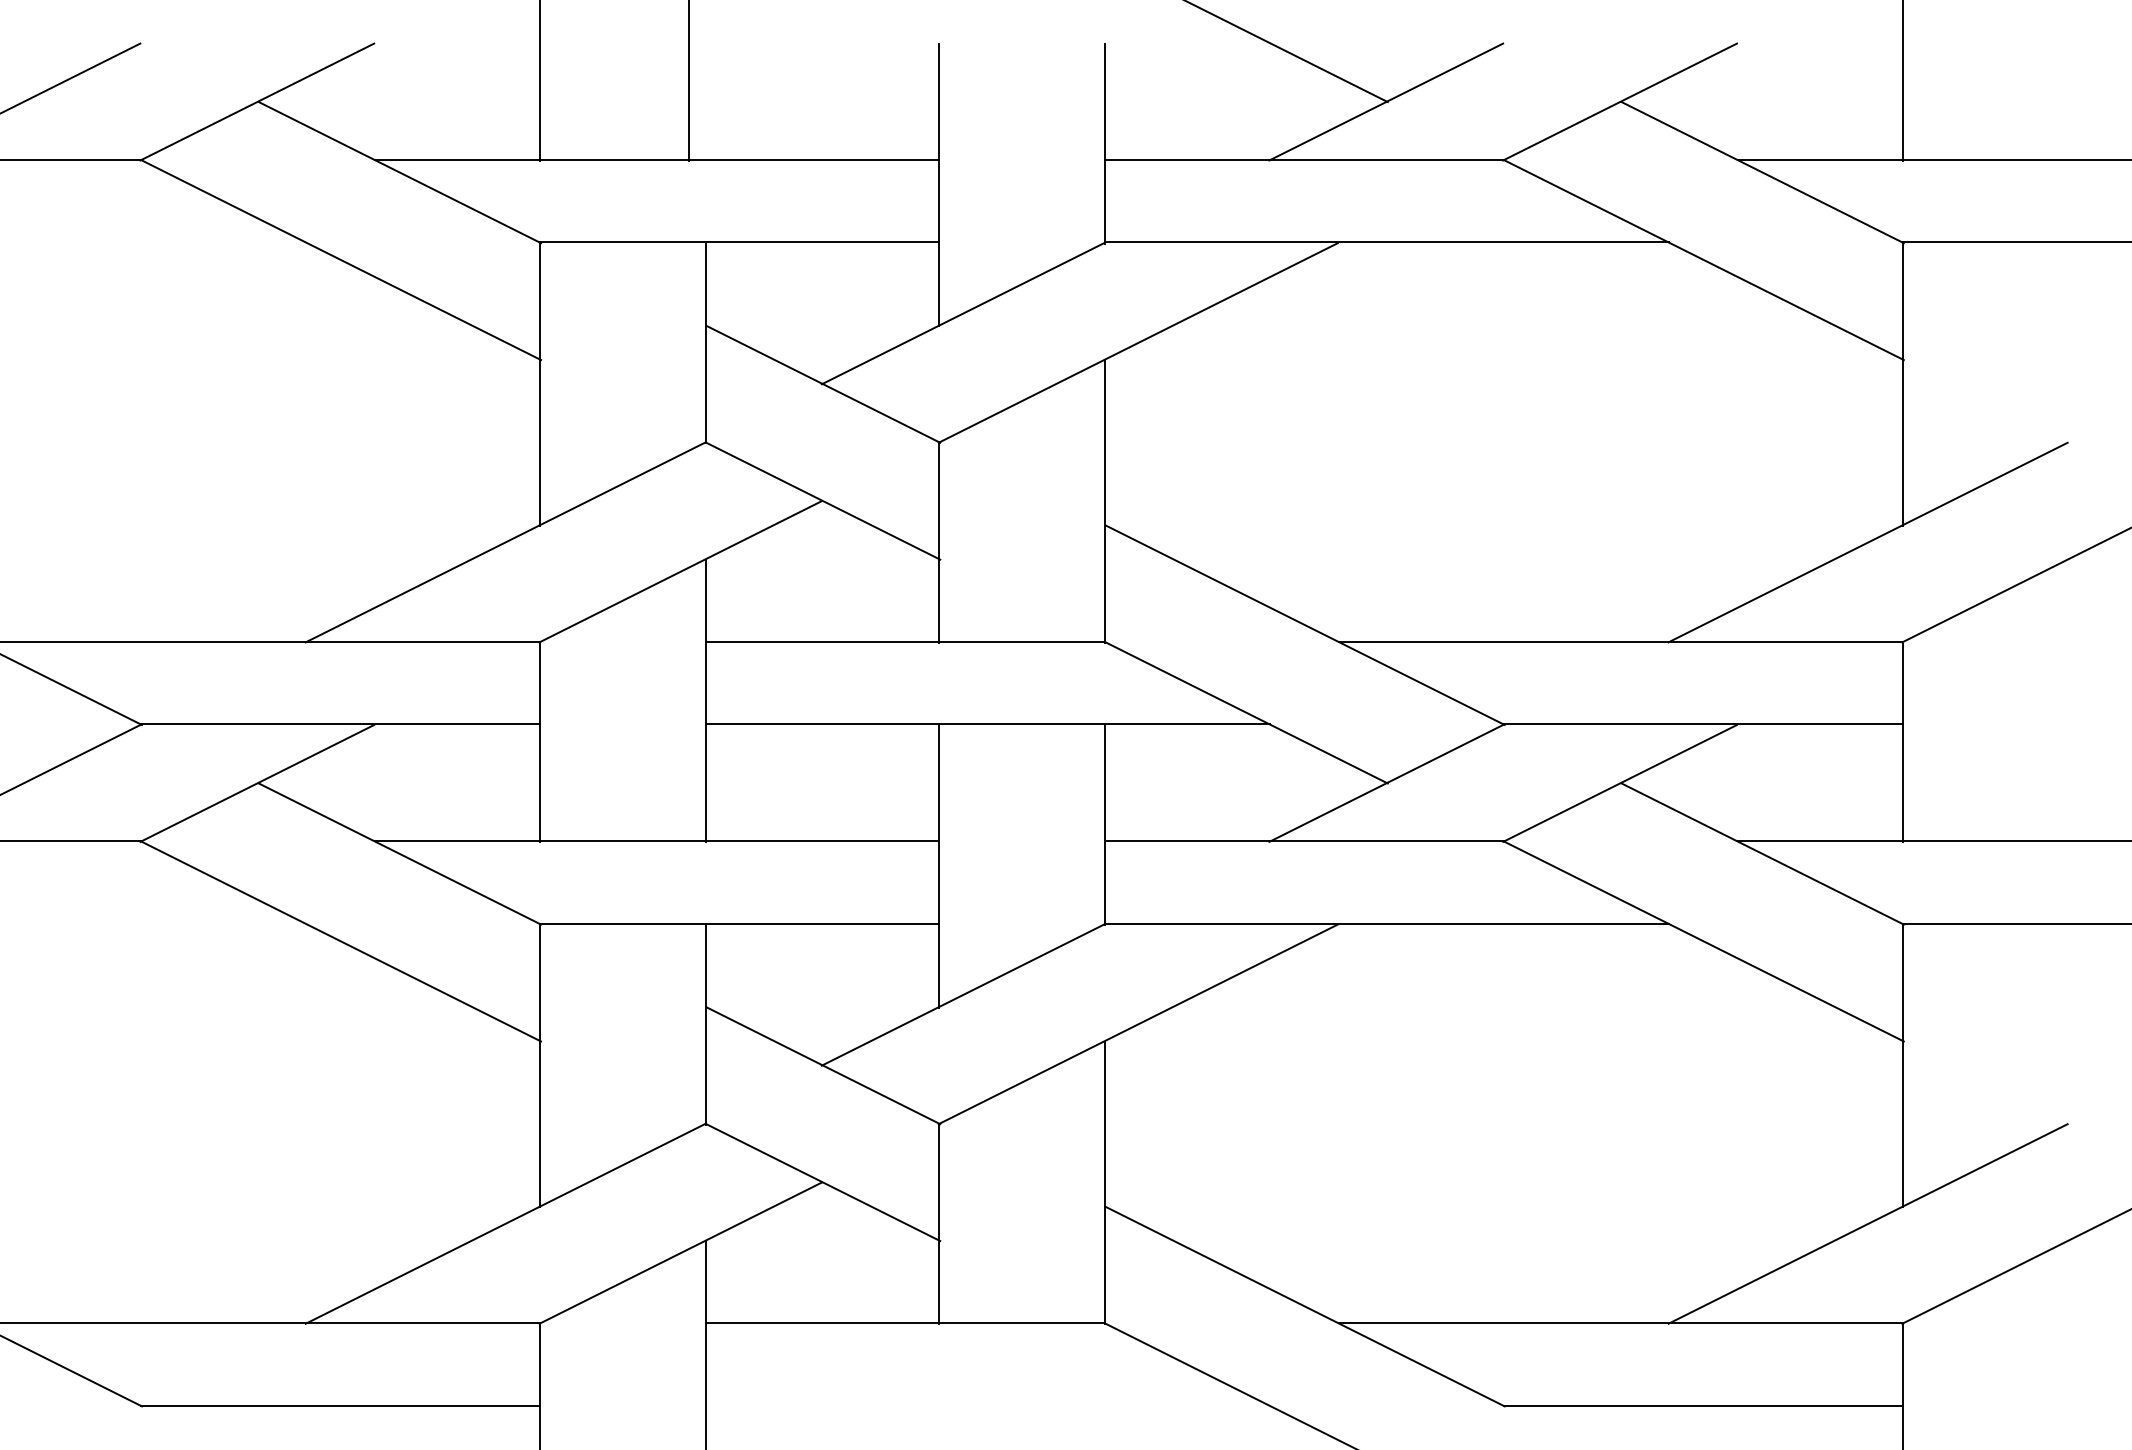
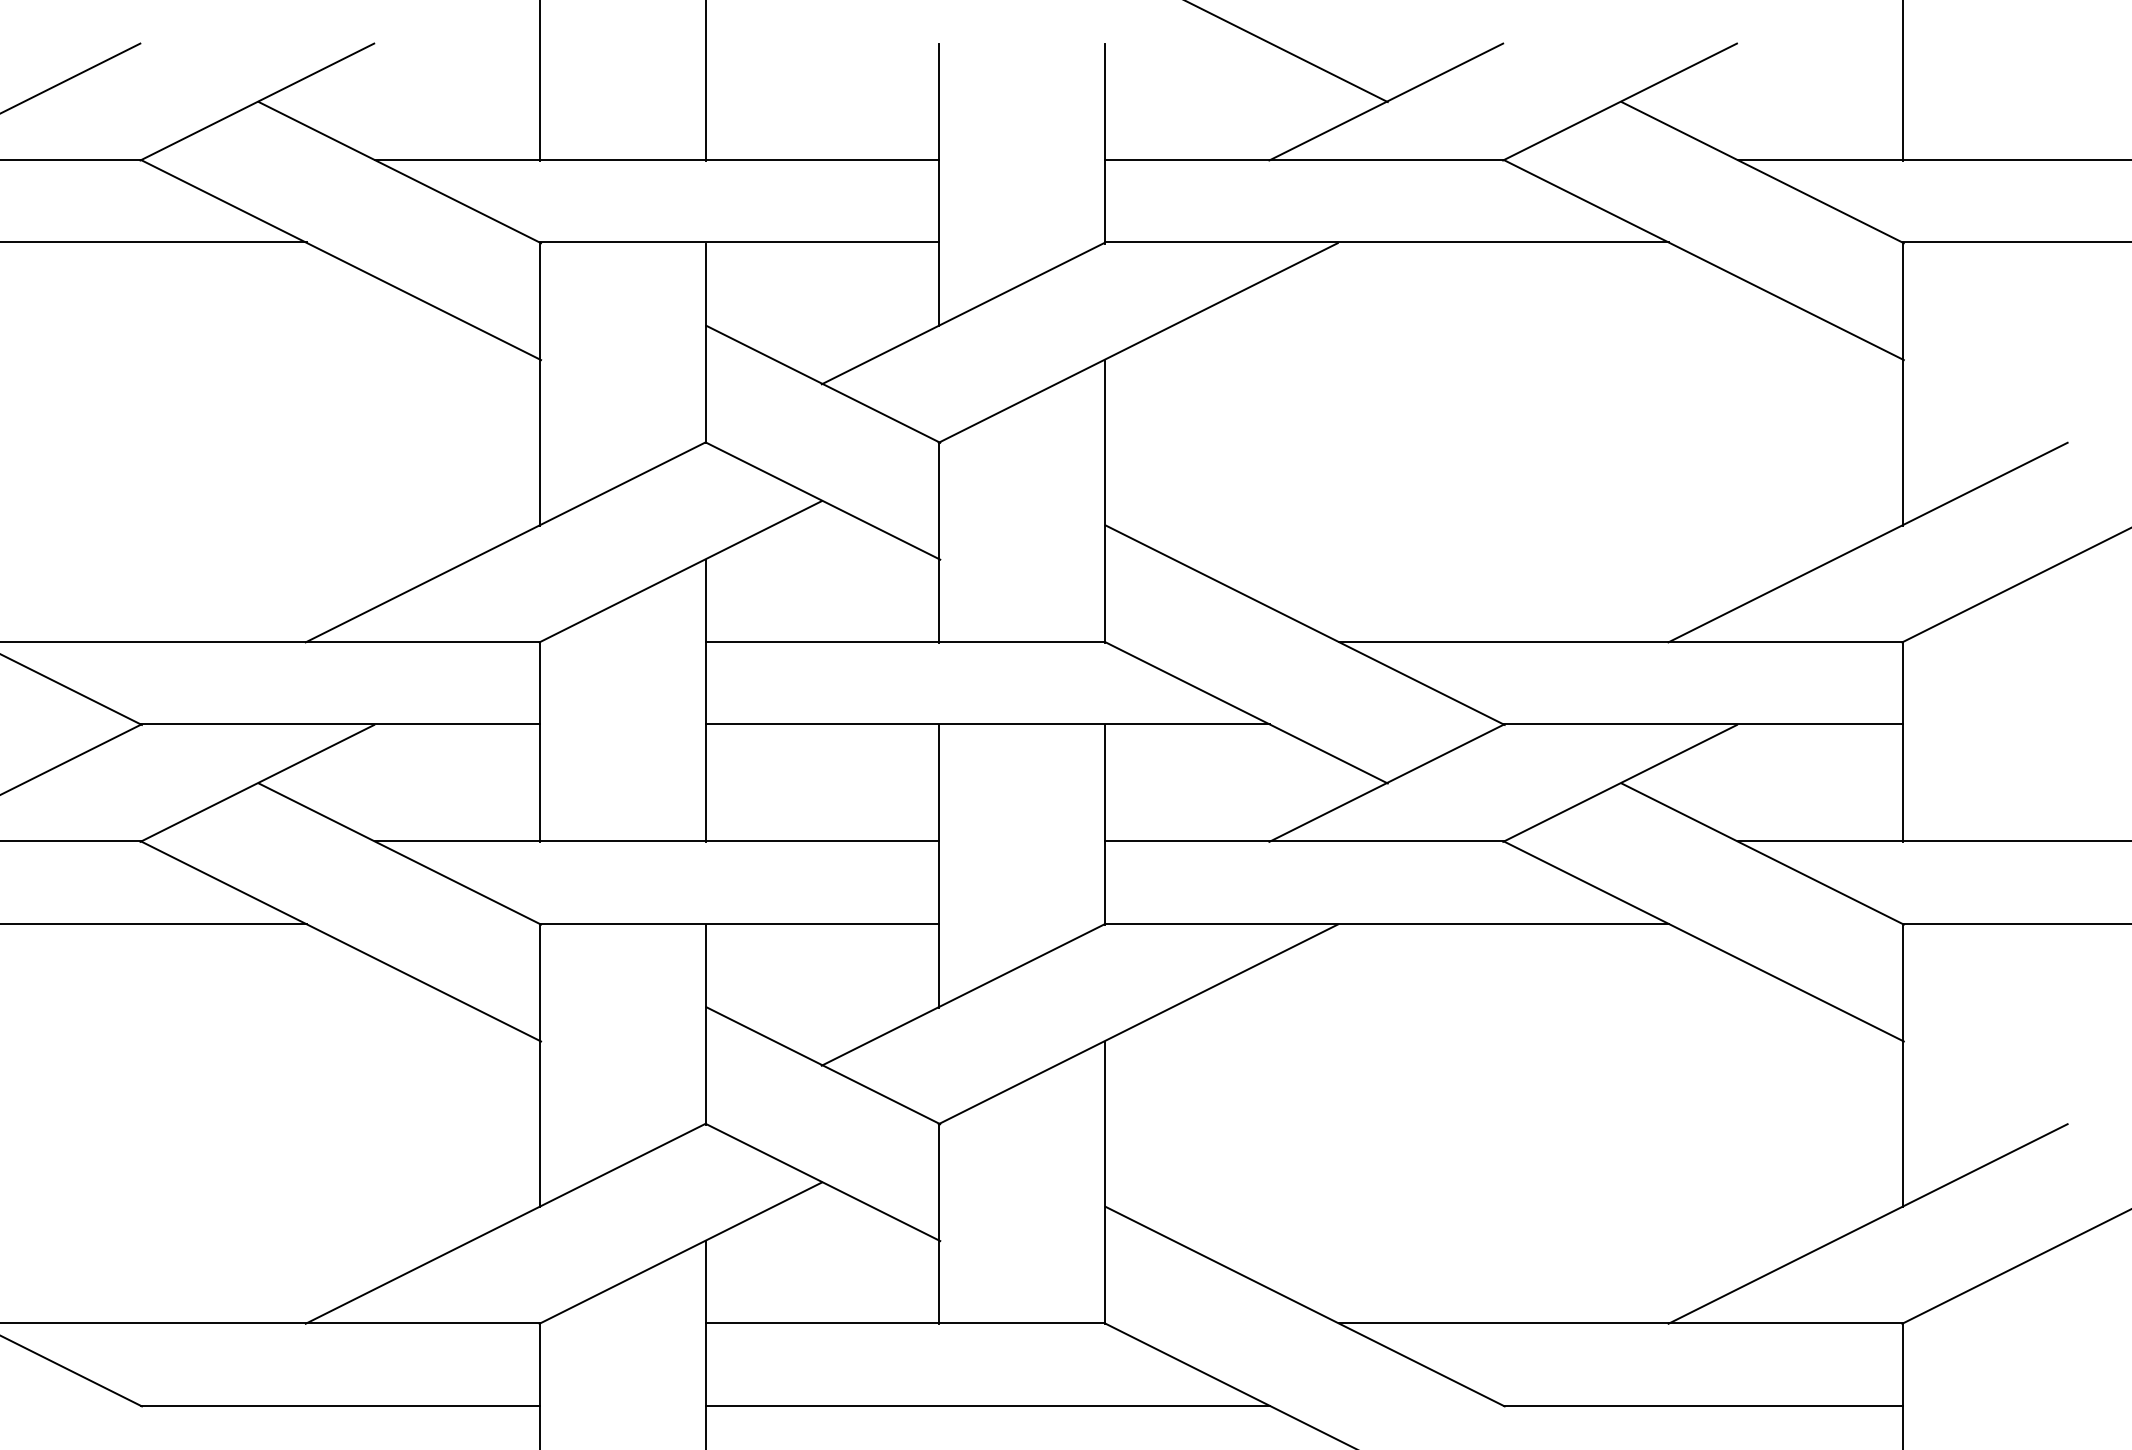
line at (688, 81) position: (688, 81) -> (705, 81)
line at (154, 242): none -> present
line at (154, 923): none -> present
line at (987, 1405): none -> present
